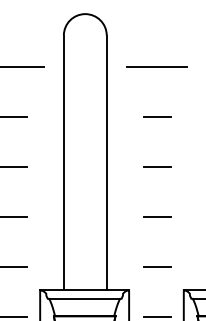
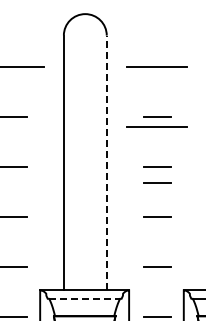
line at (156, 126): none -> present
line at (106, 162): solid -> dashed
line at (157, 182): none -> present
line at (85, 298): solid -> dashed
